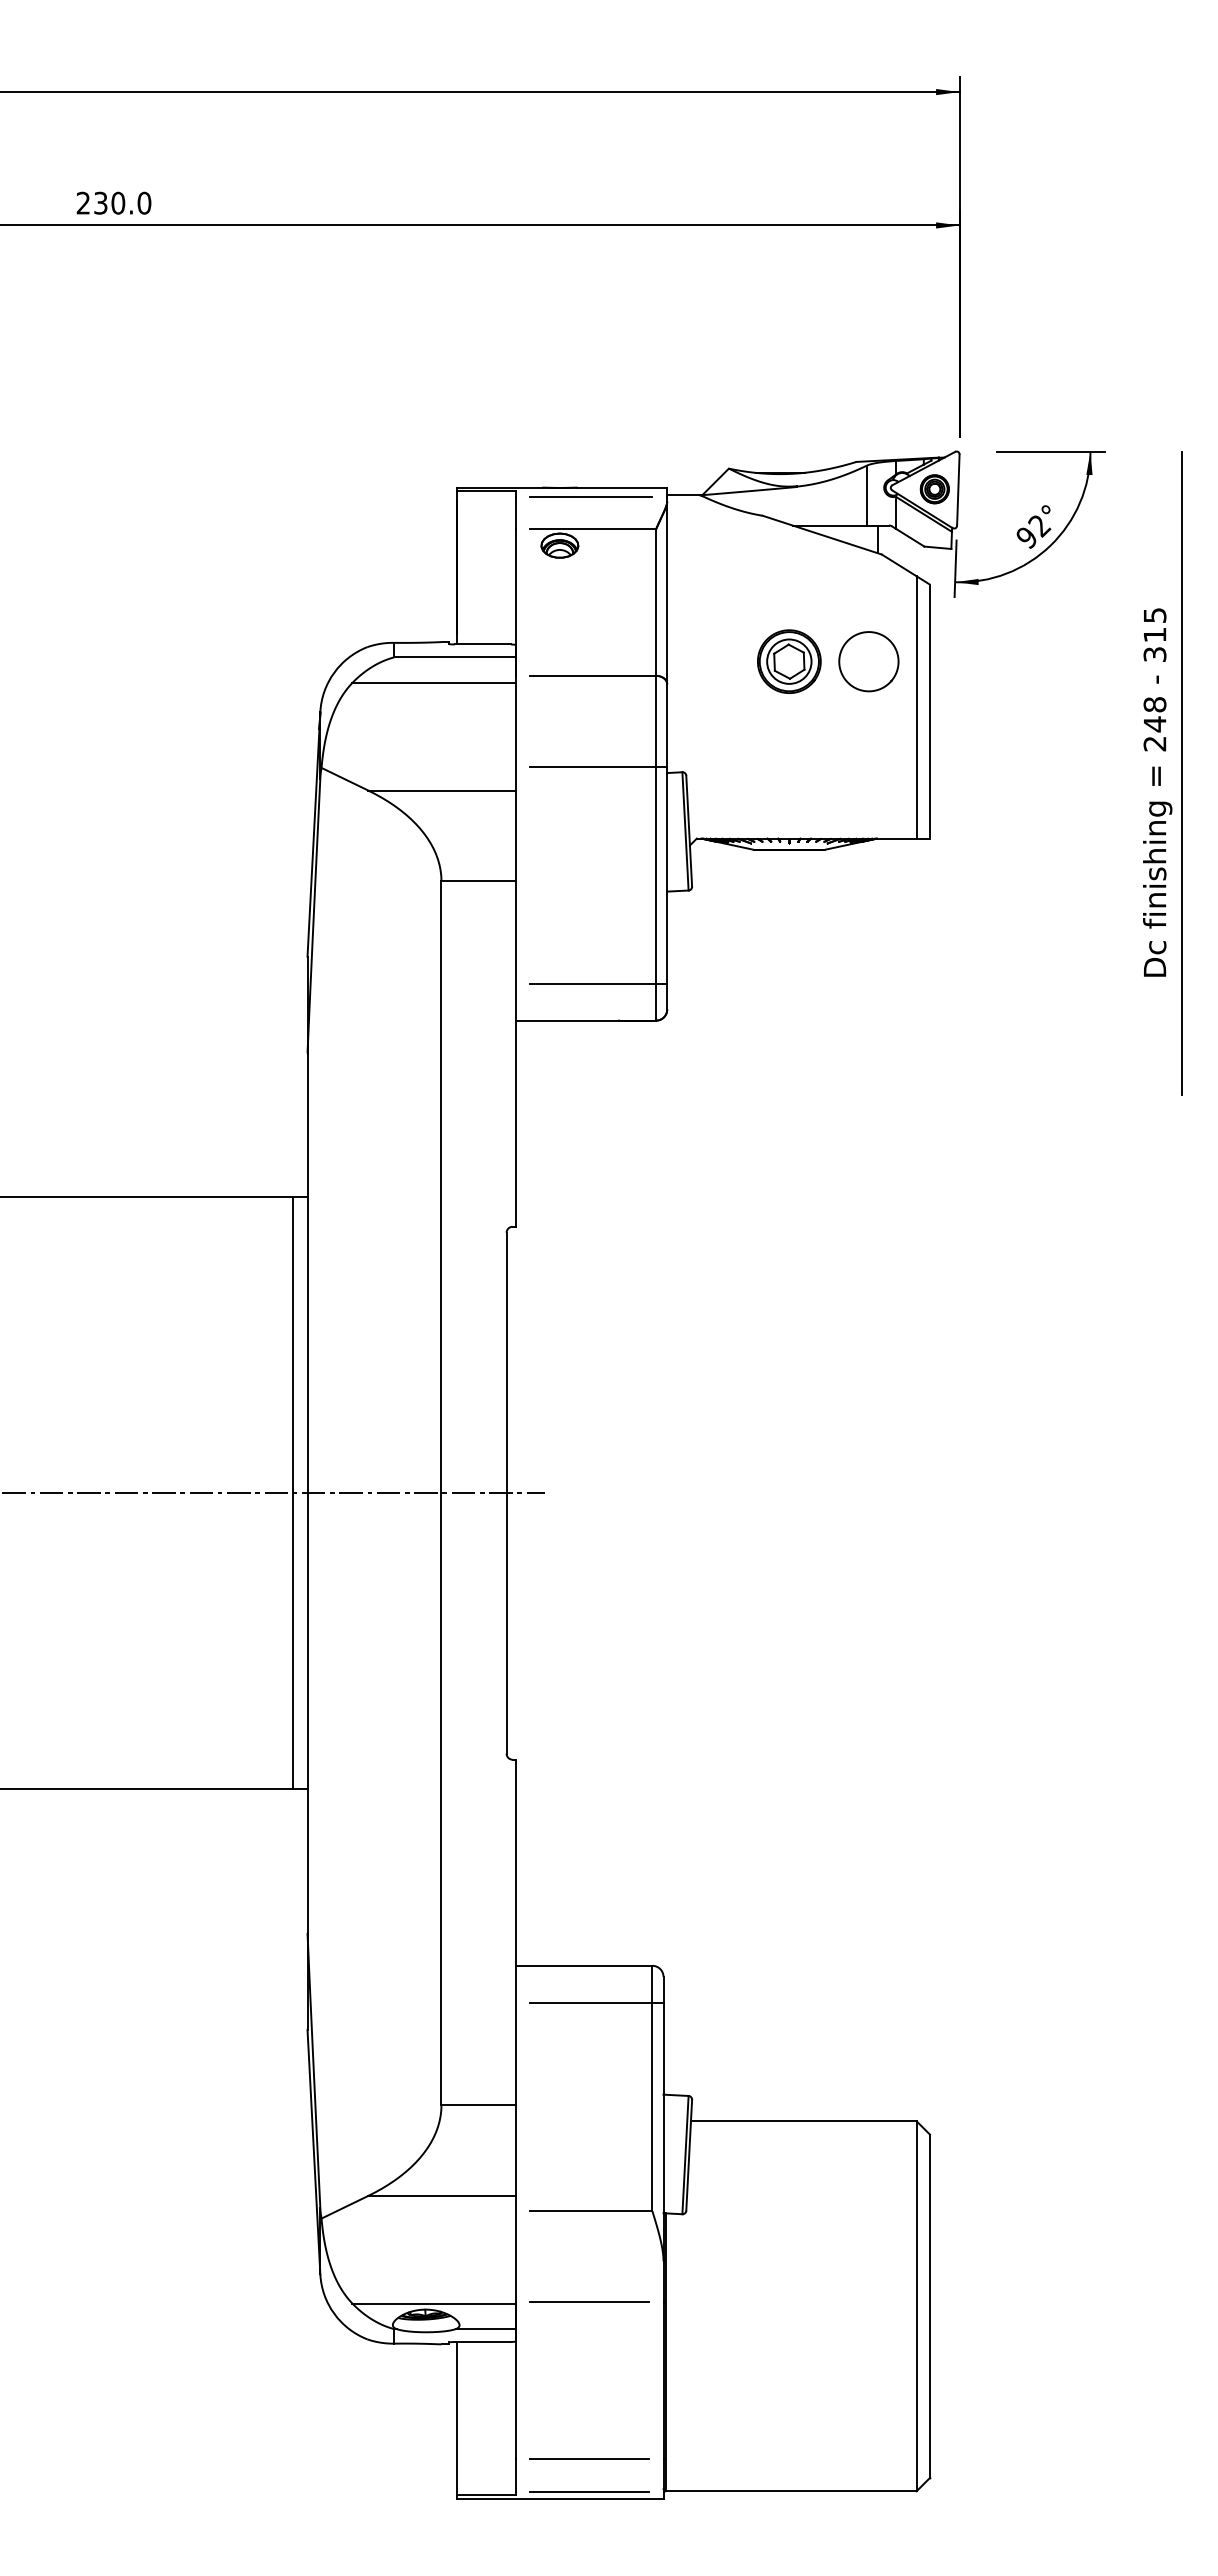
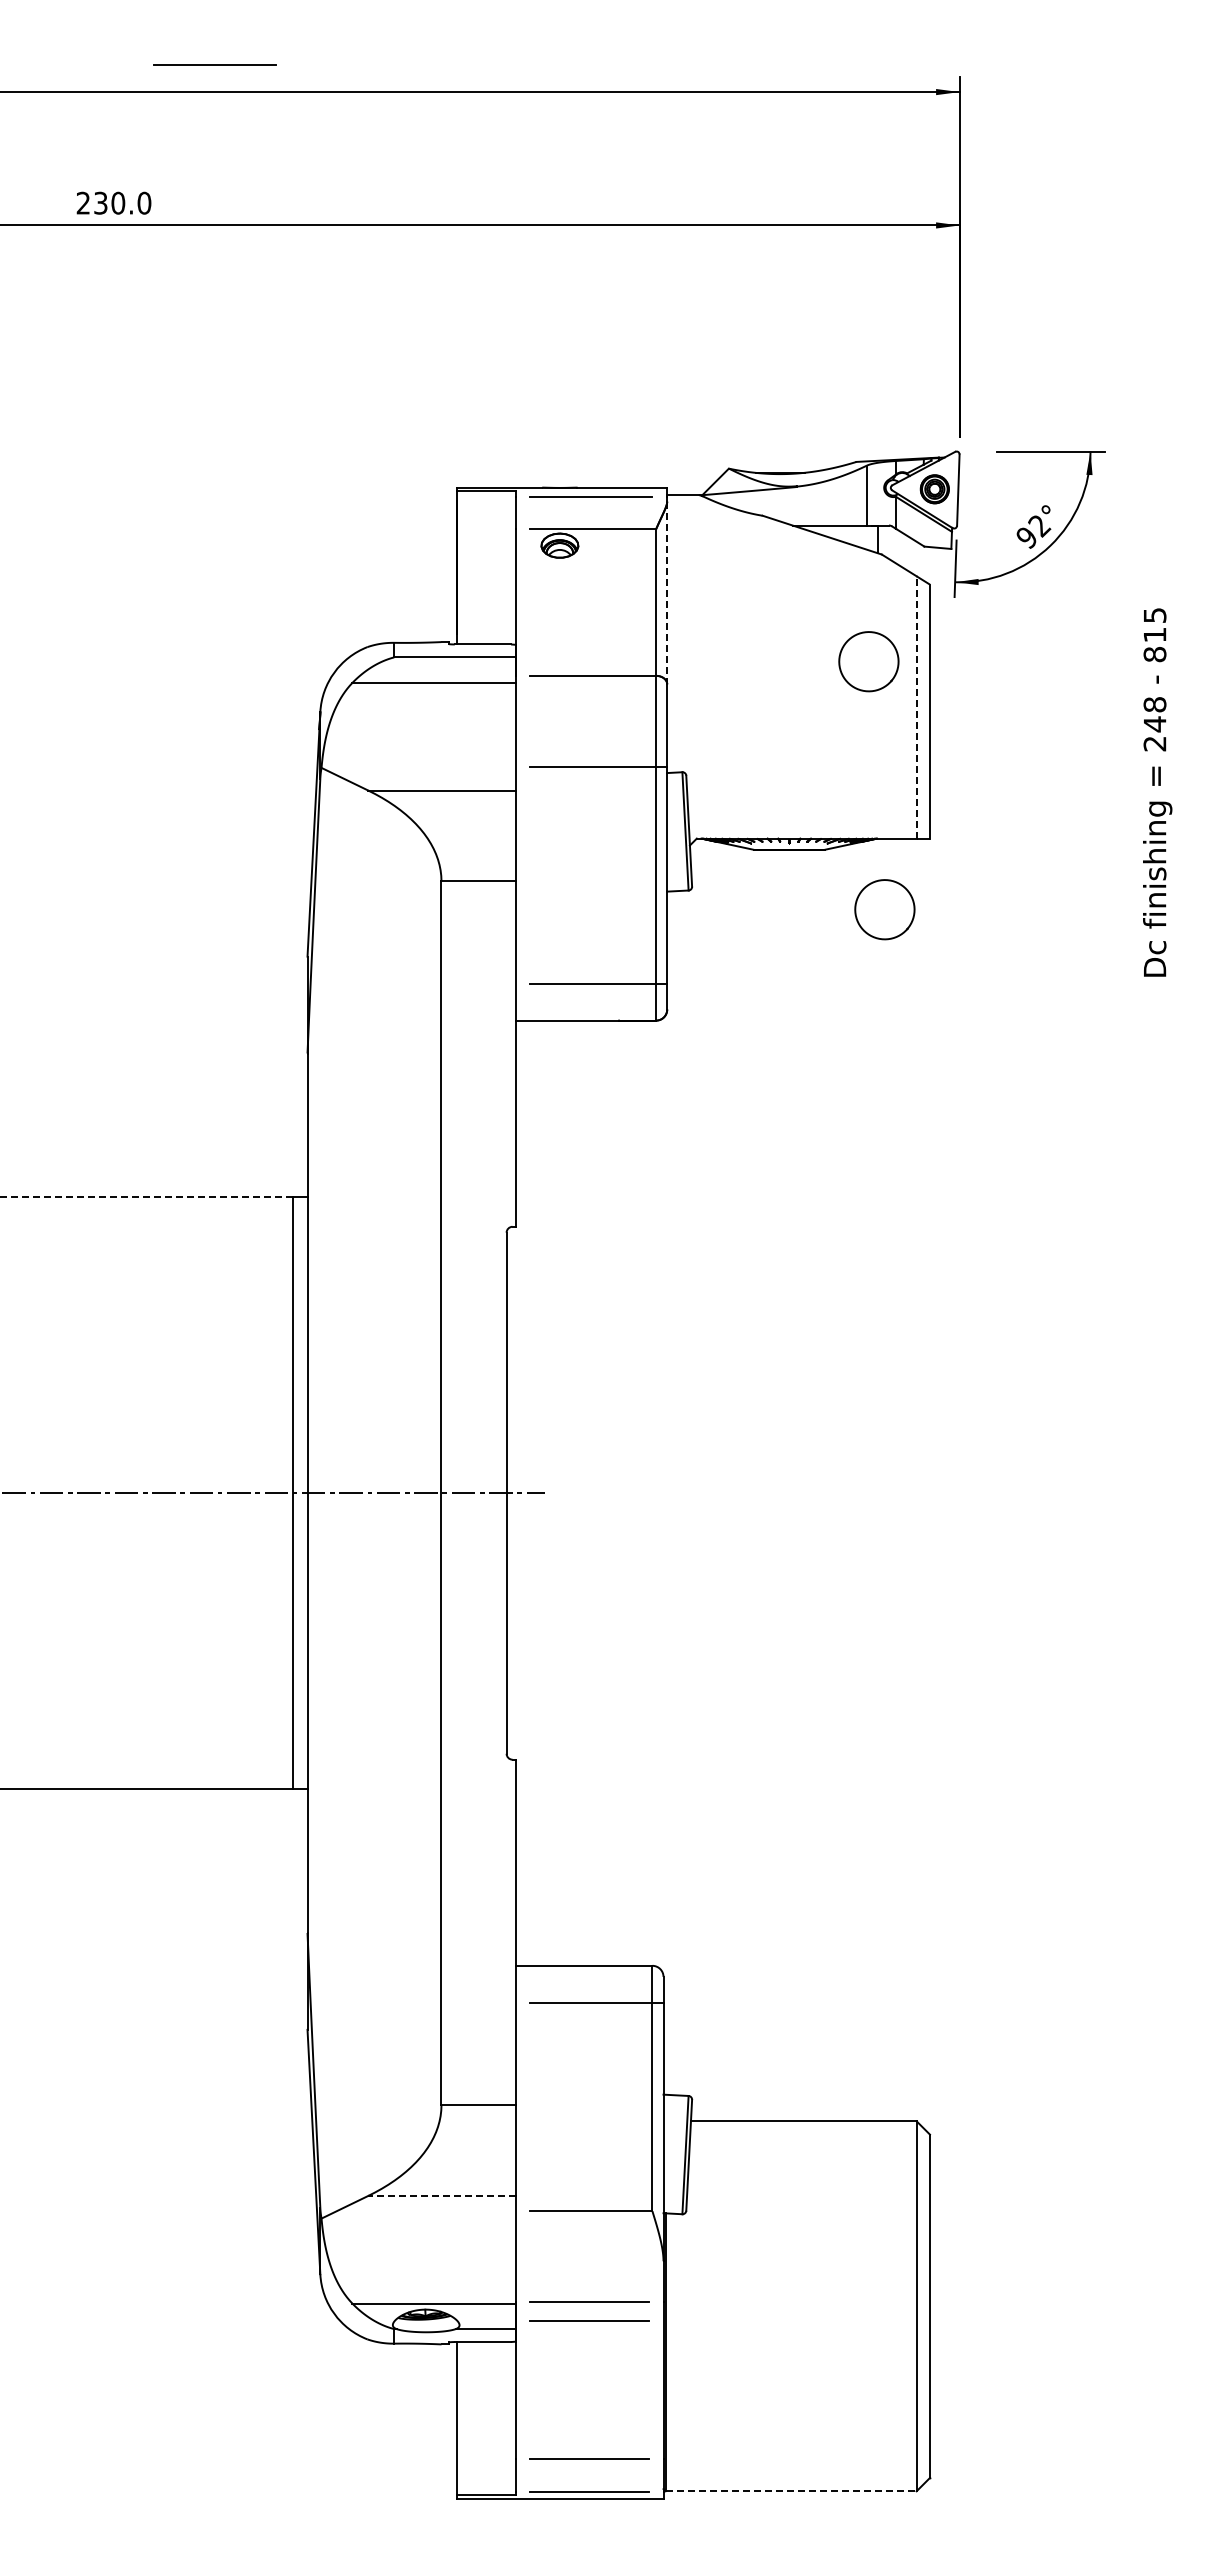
line at (214, 64): none -> present
line at (667, 593): solid -> dashed
text at (1154, 654): 315 -> 815
part at (789, 661): present -> none
line at (916, 706): solid -> dashed
line at (1181, 772): present -> none
curve at (858, 899): none -> present
line at (146, 1197): solid -> dashed
line at (441, 2195): solid -> dashed
line at (589, 2320): none -> present
line at (791, 2491): solid -> dashed
